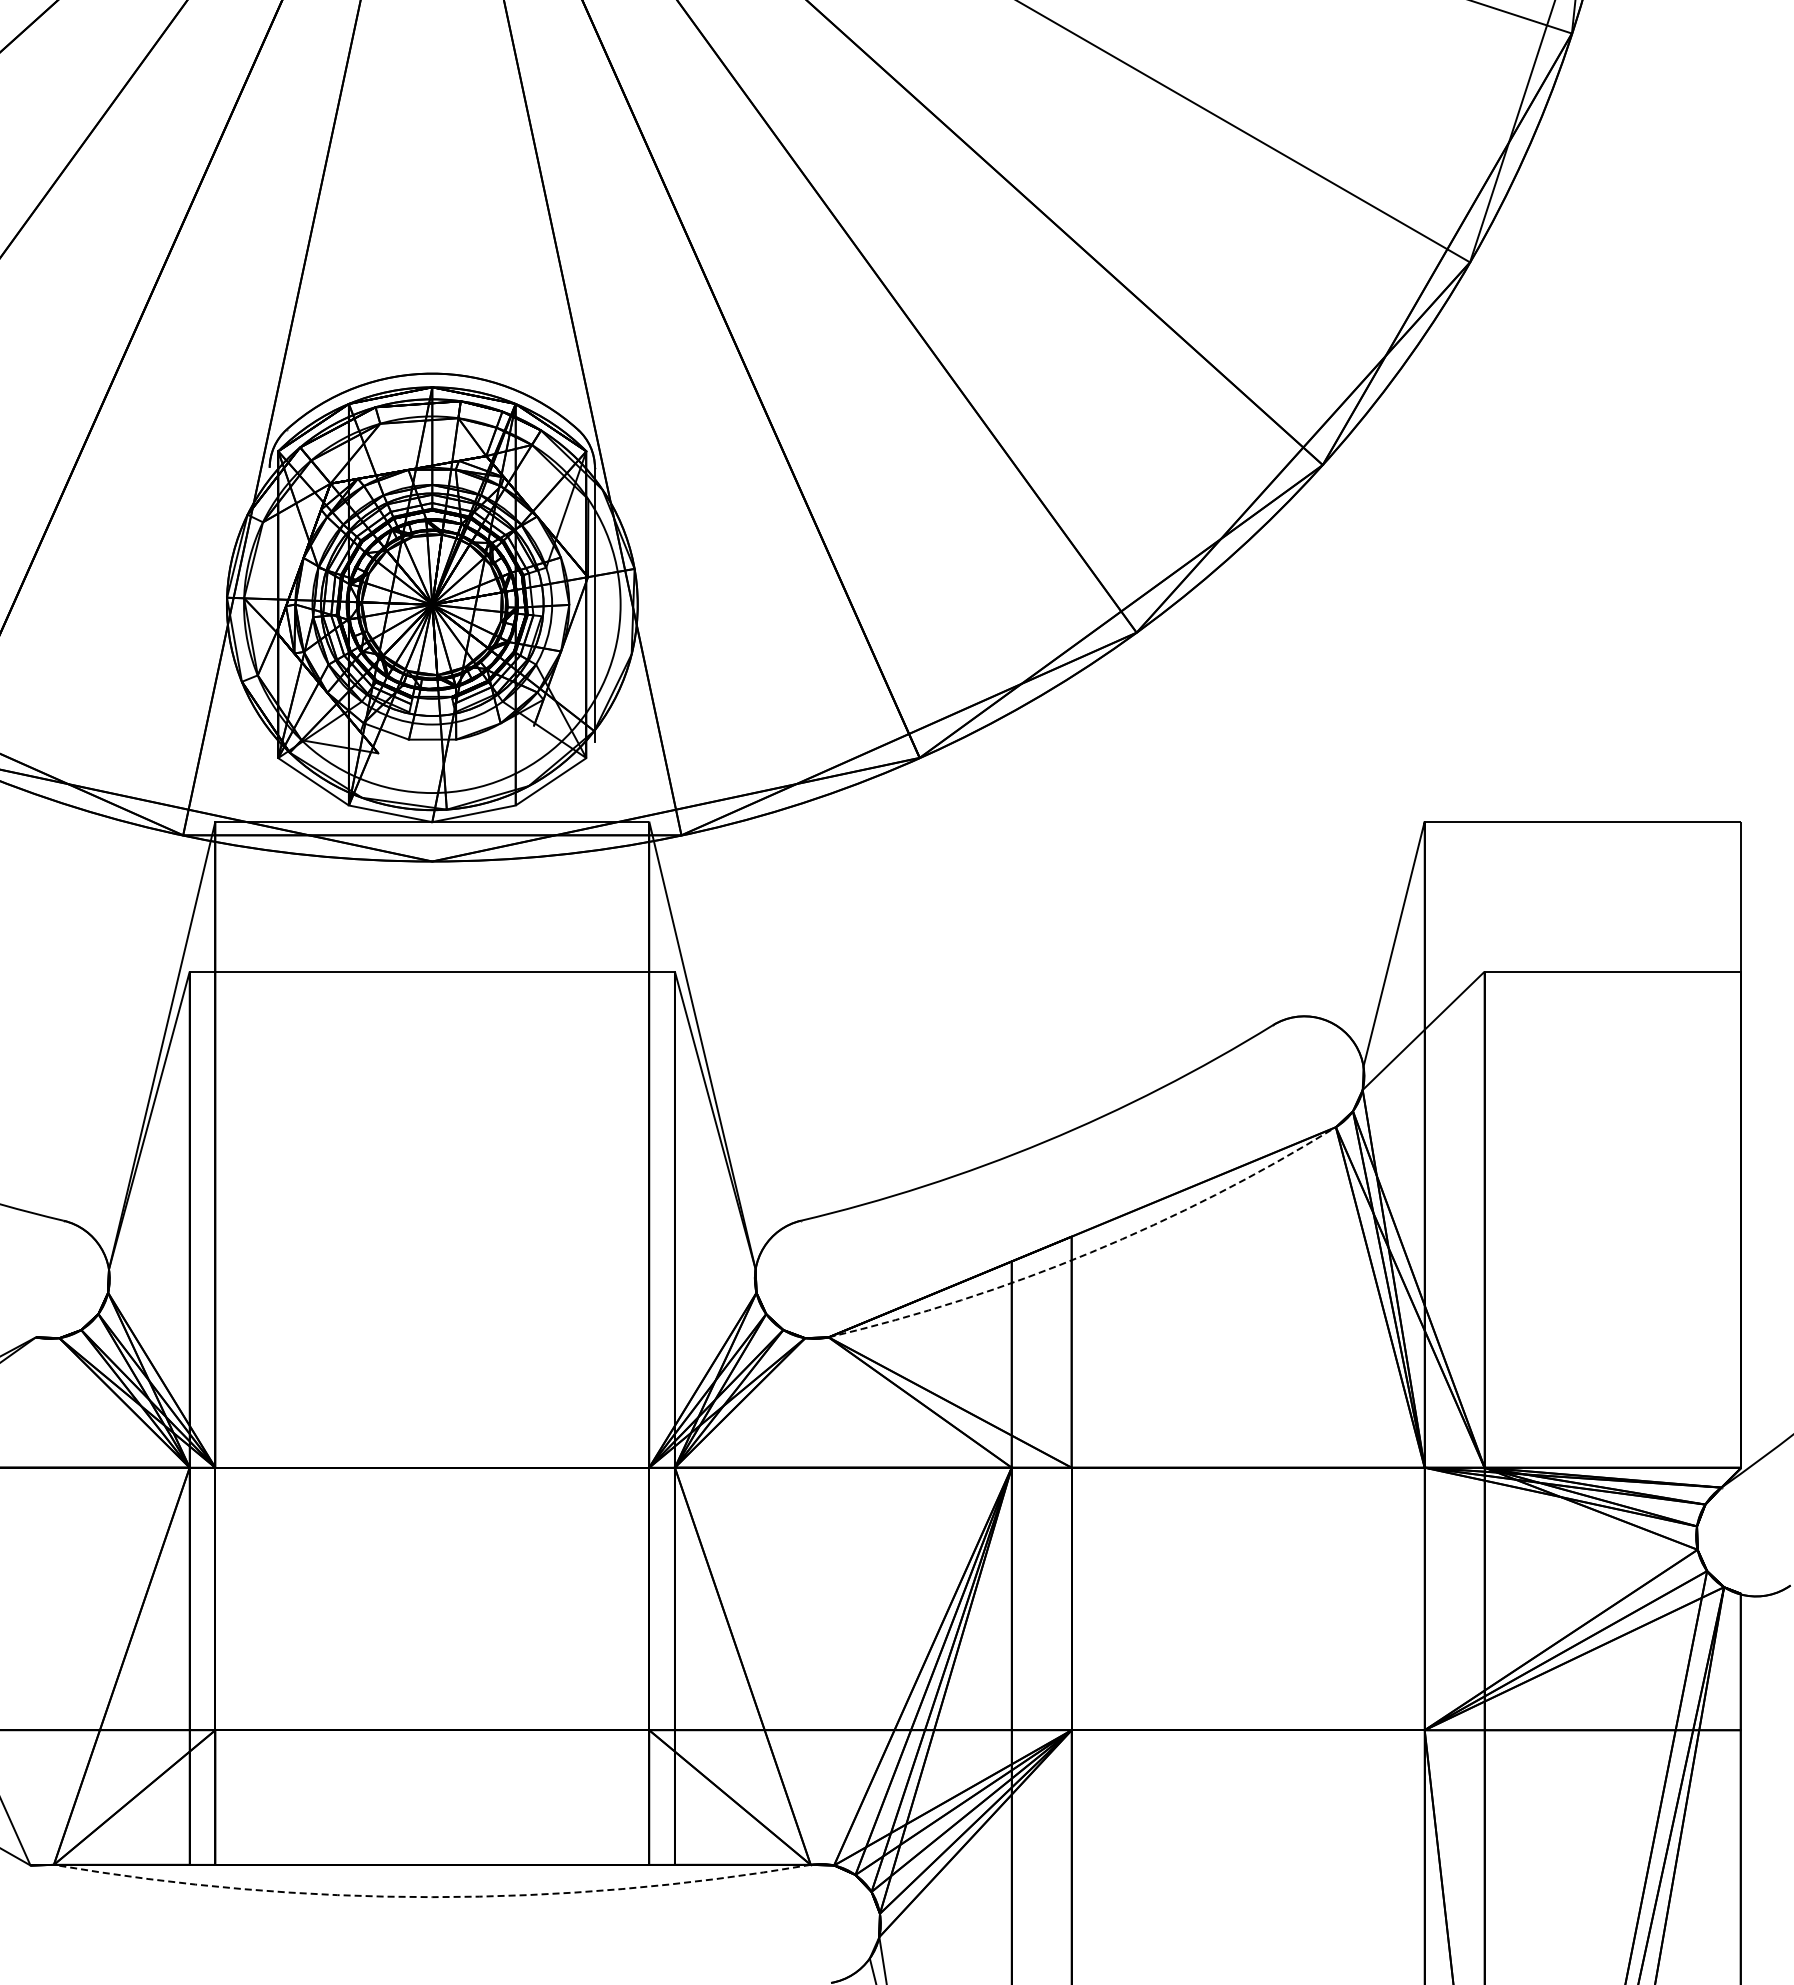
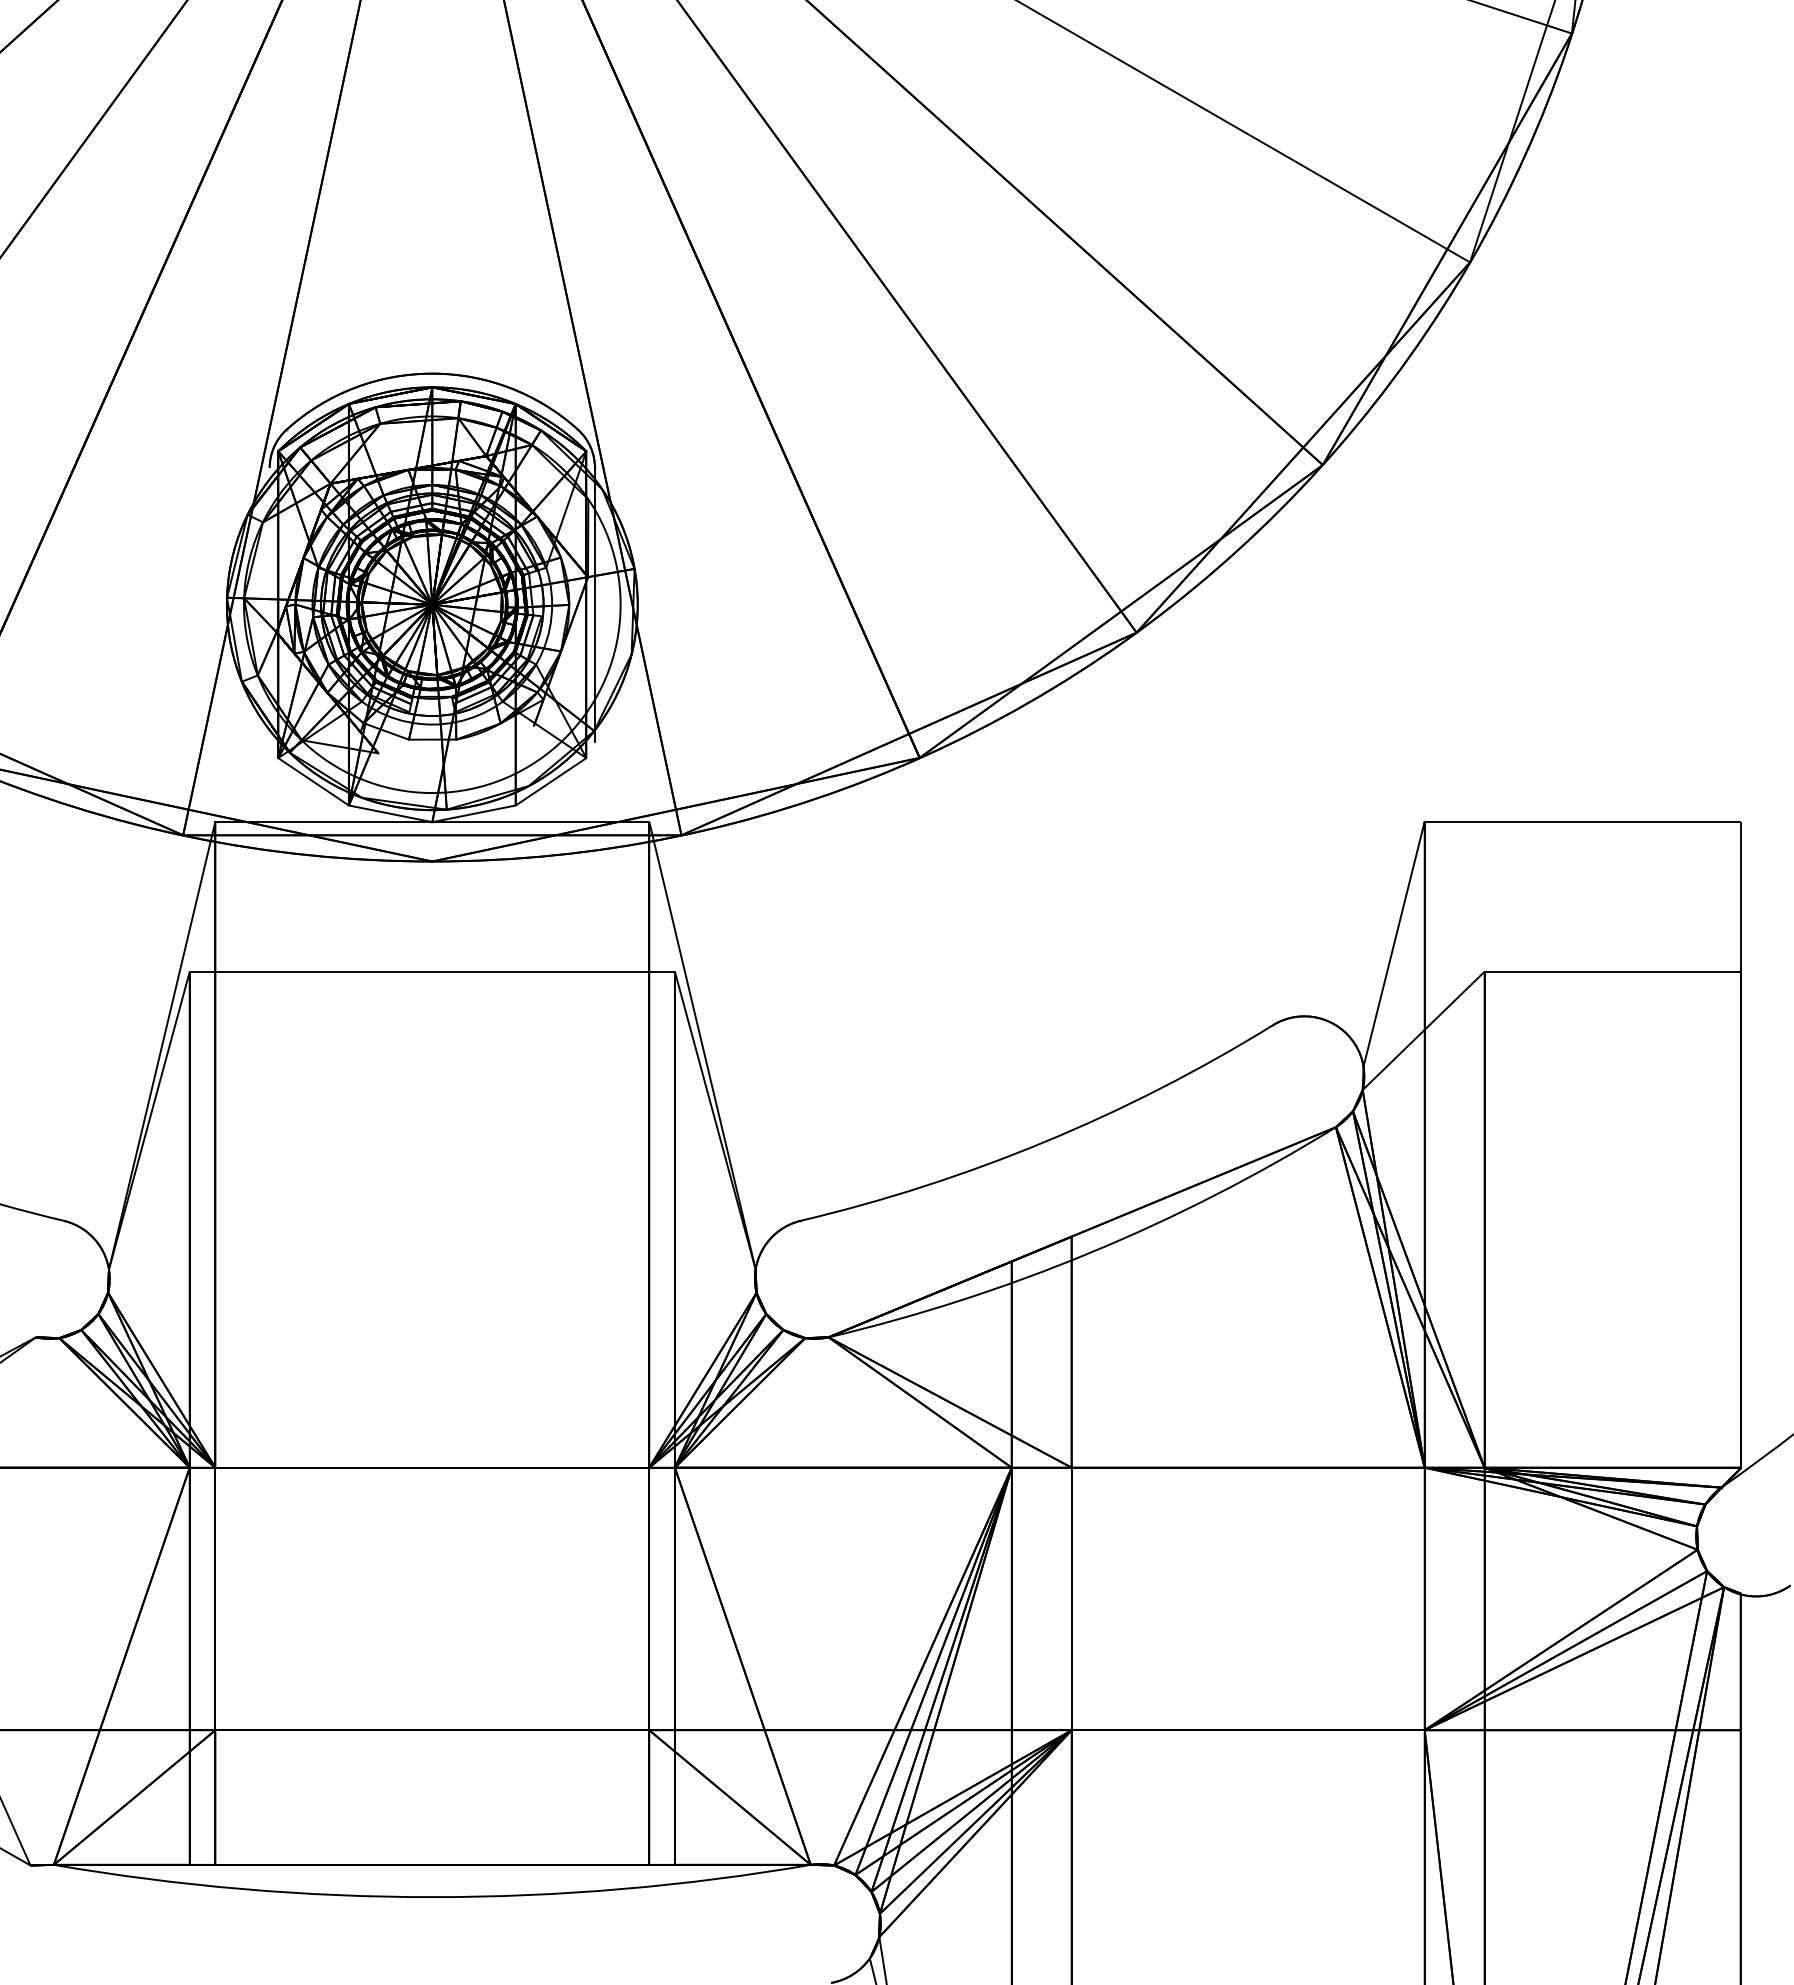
arc at (1090, 1252): dashed -> solid
arc at (432, 1897): dashed -> solid
